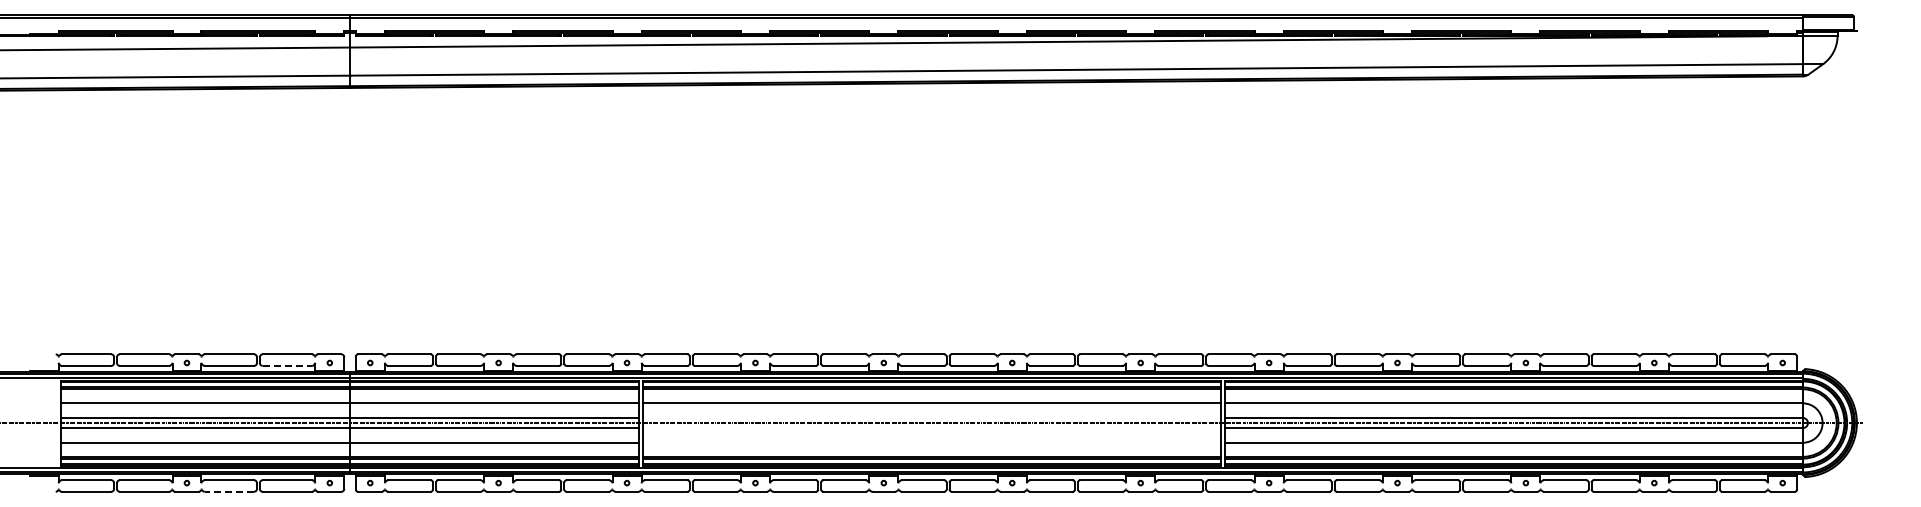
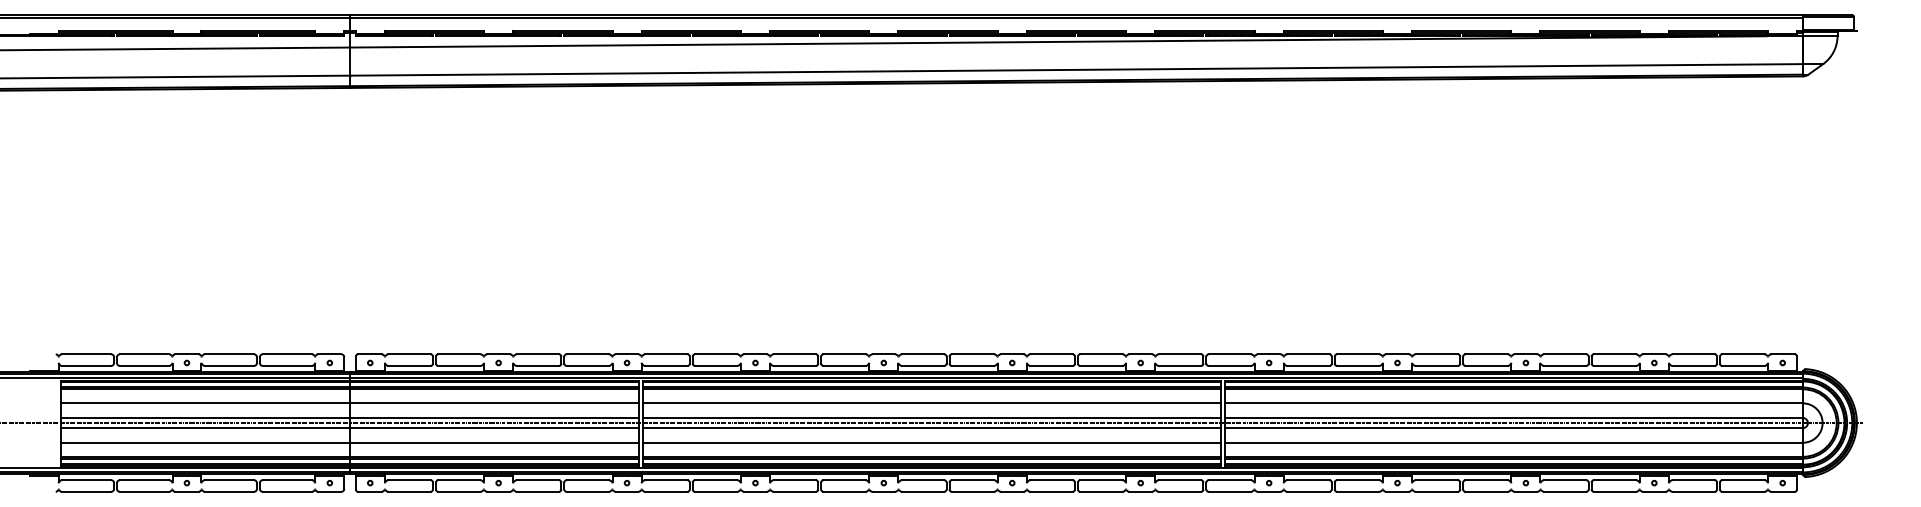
line at (287, 365): dashed -> solid
line at (931, 418): none -> present
line at (931, 428): none -> present
line at (931, 442): none -> present
line at (229, 491): dashed -> solid
